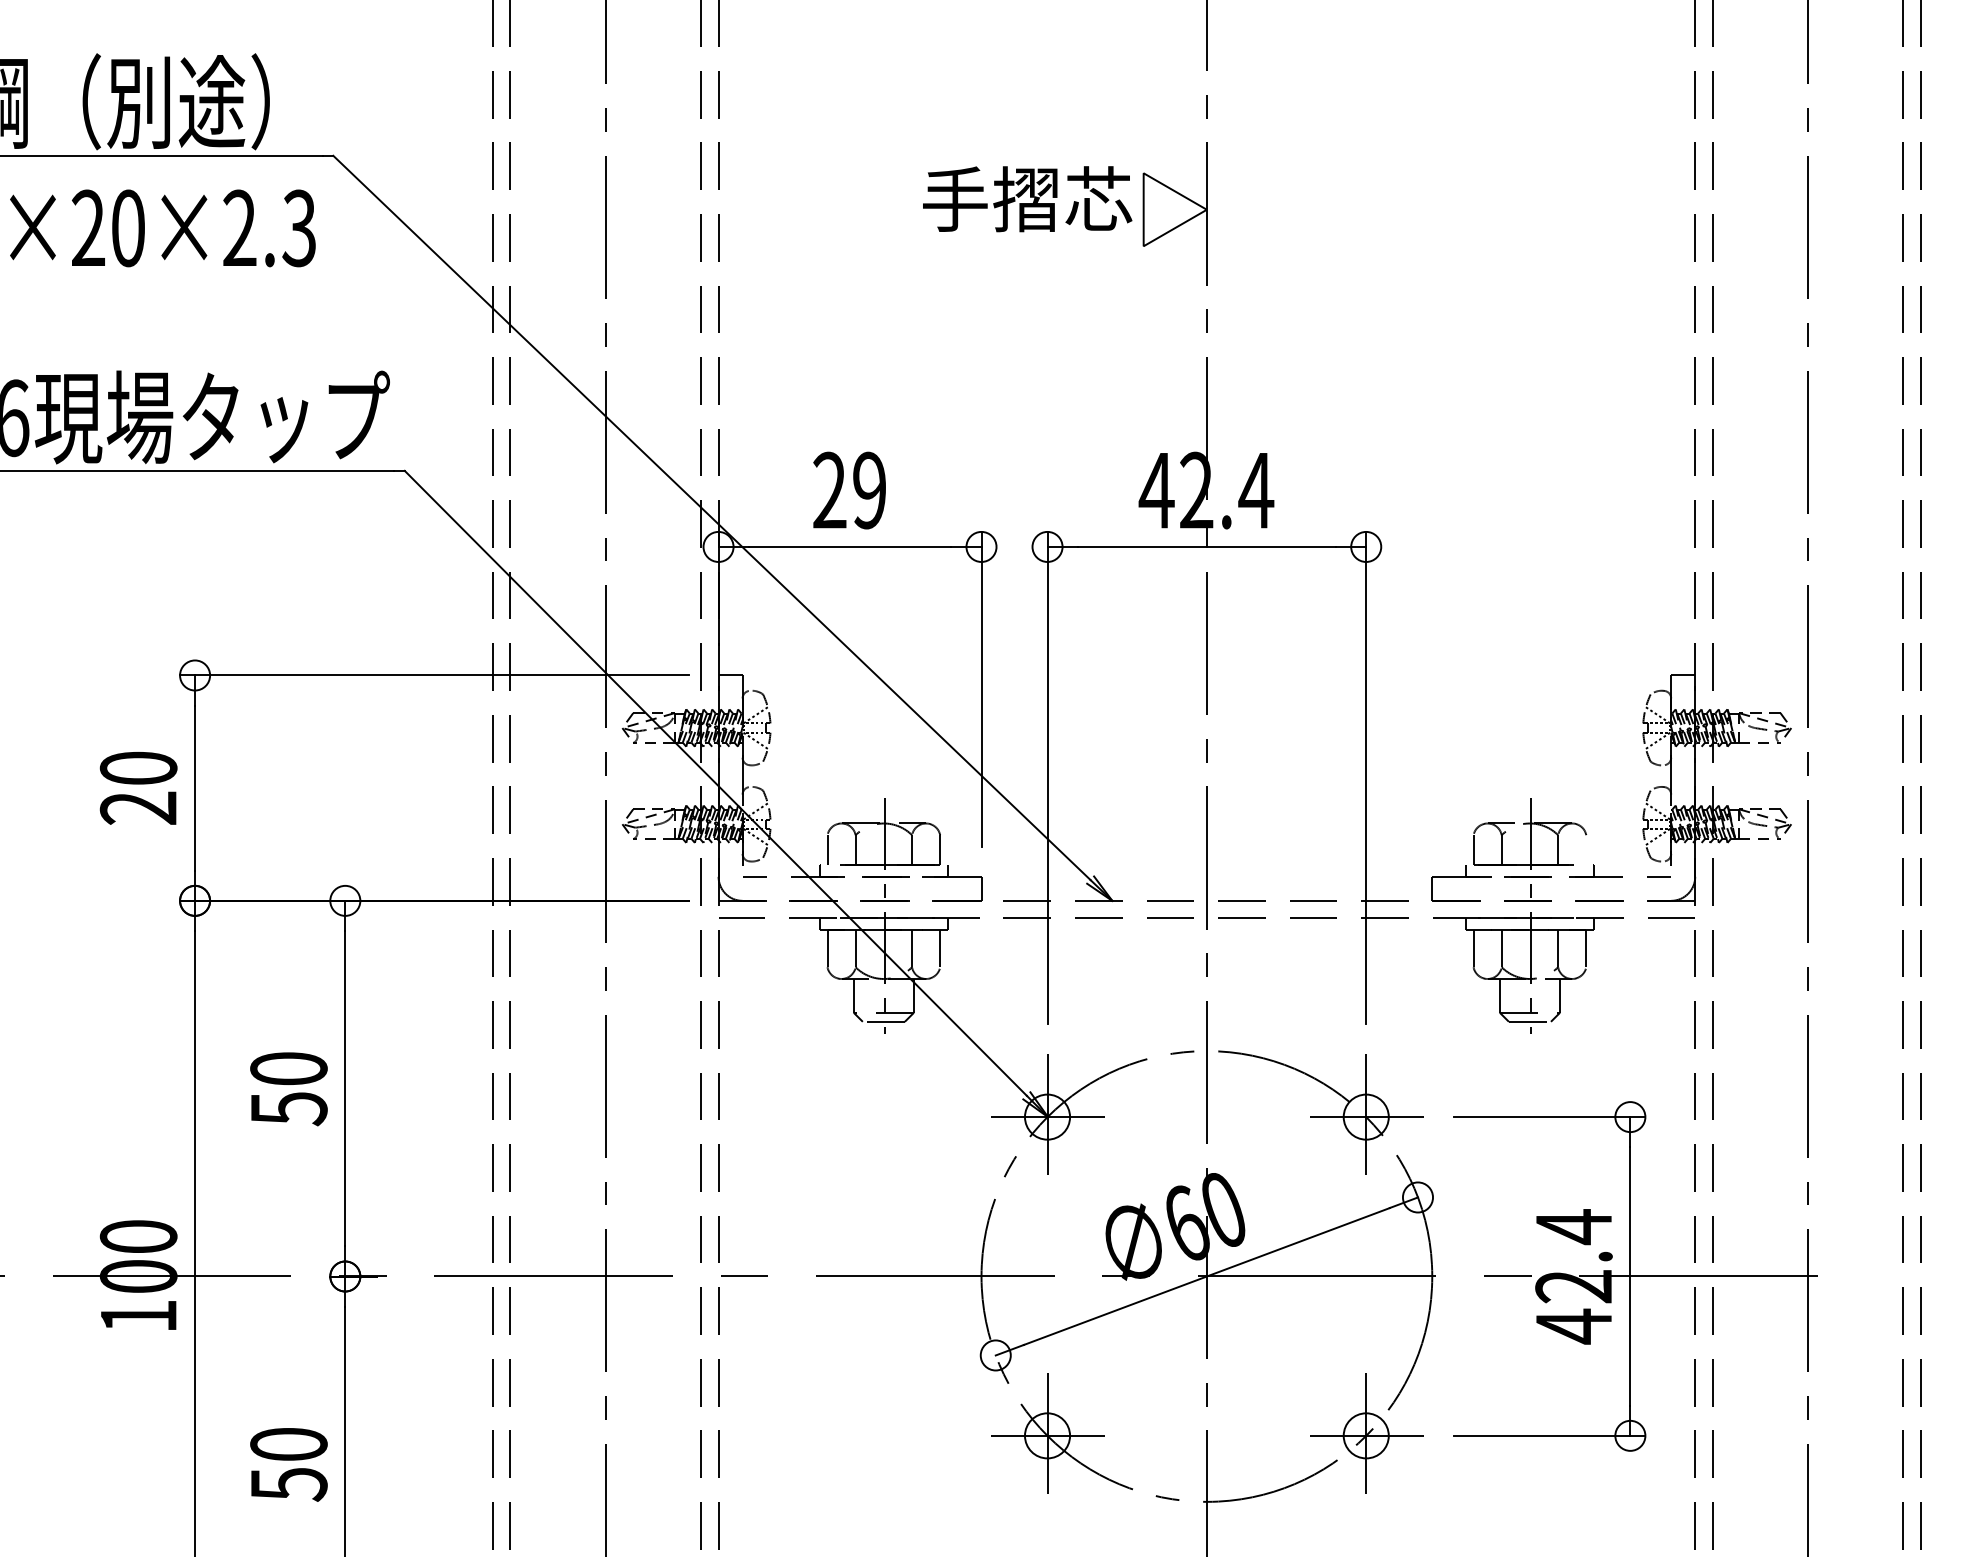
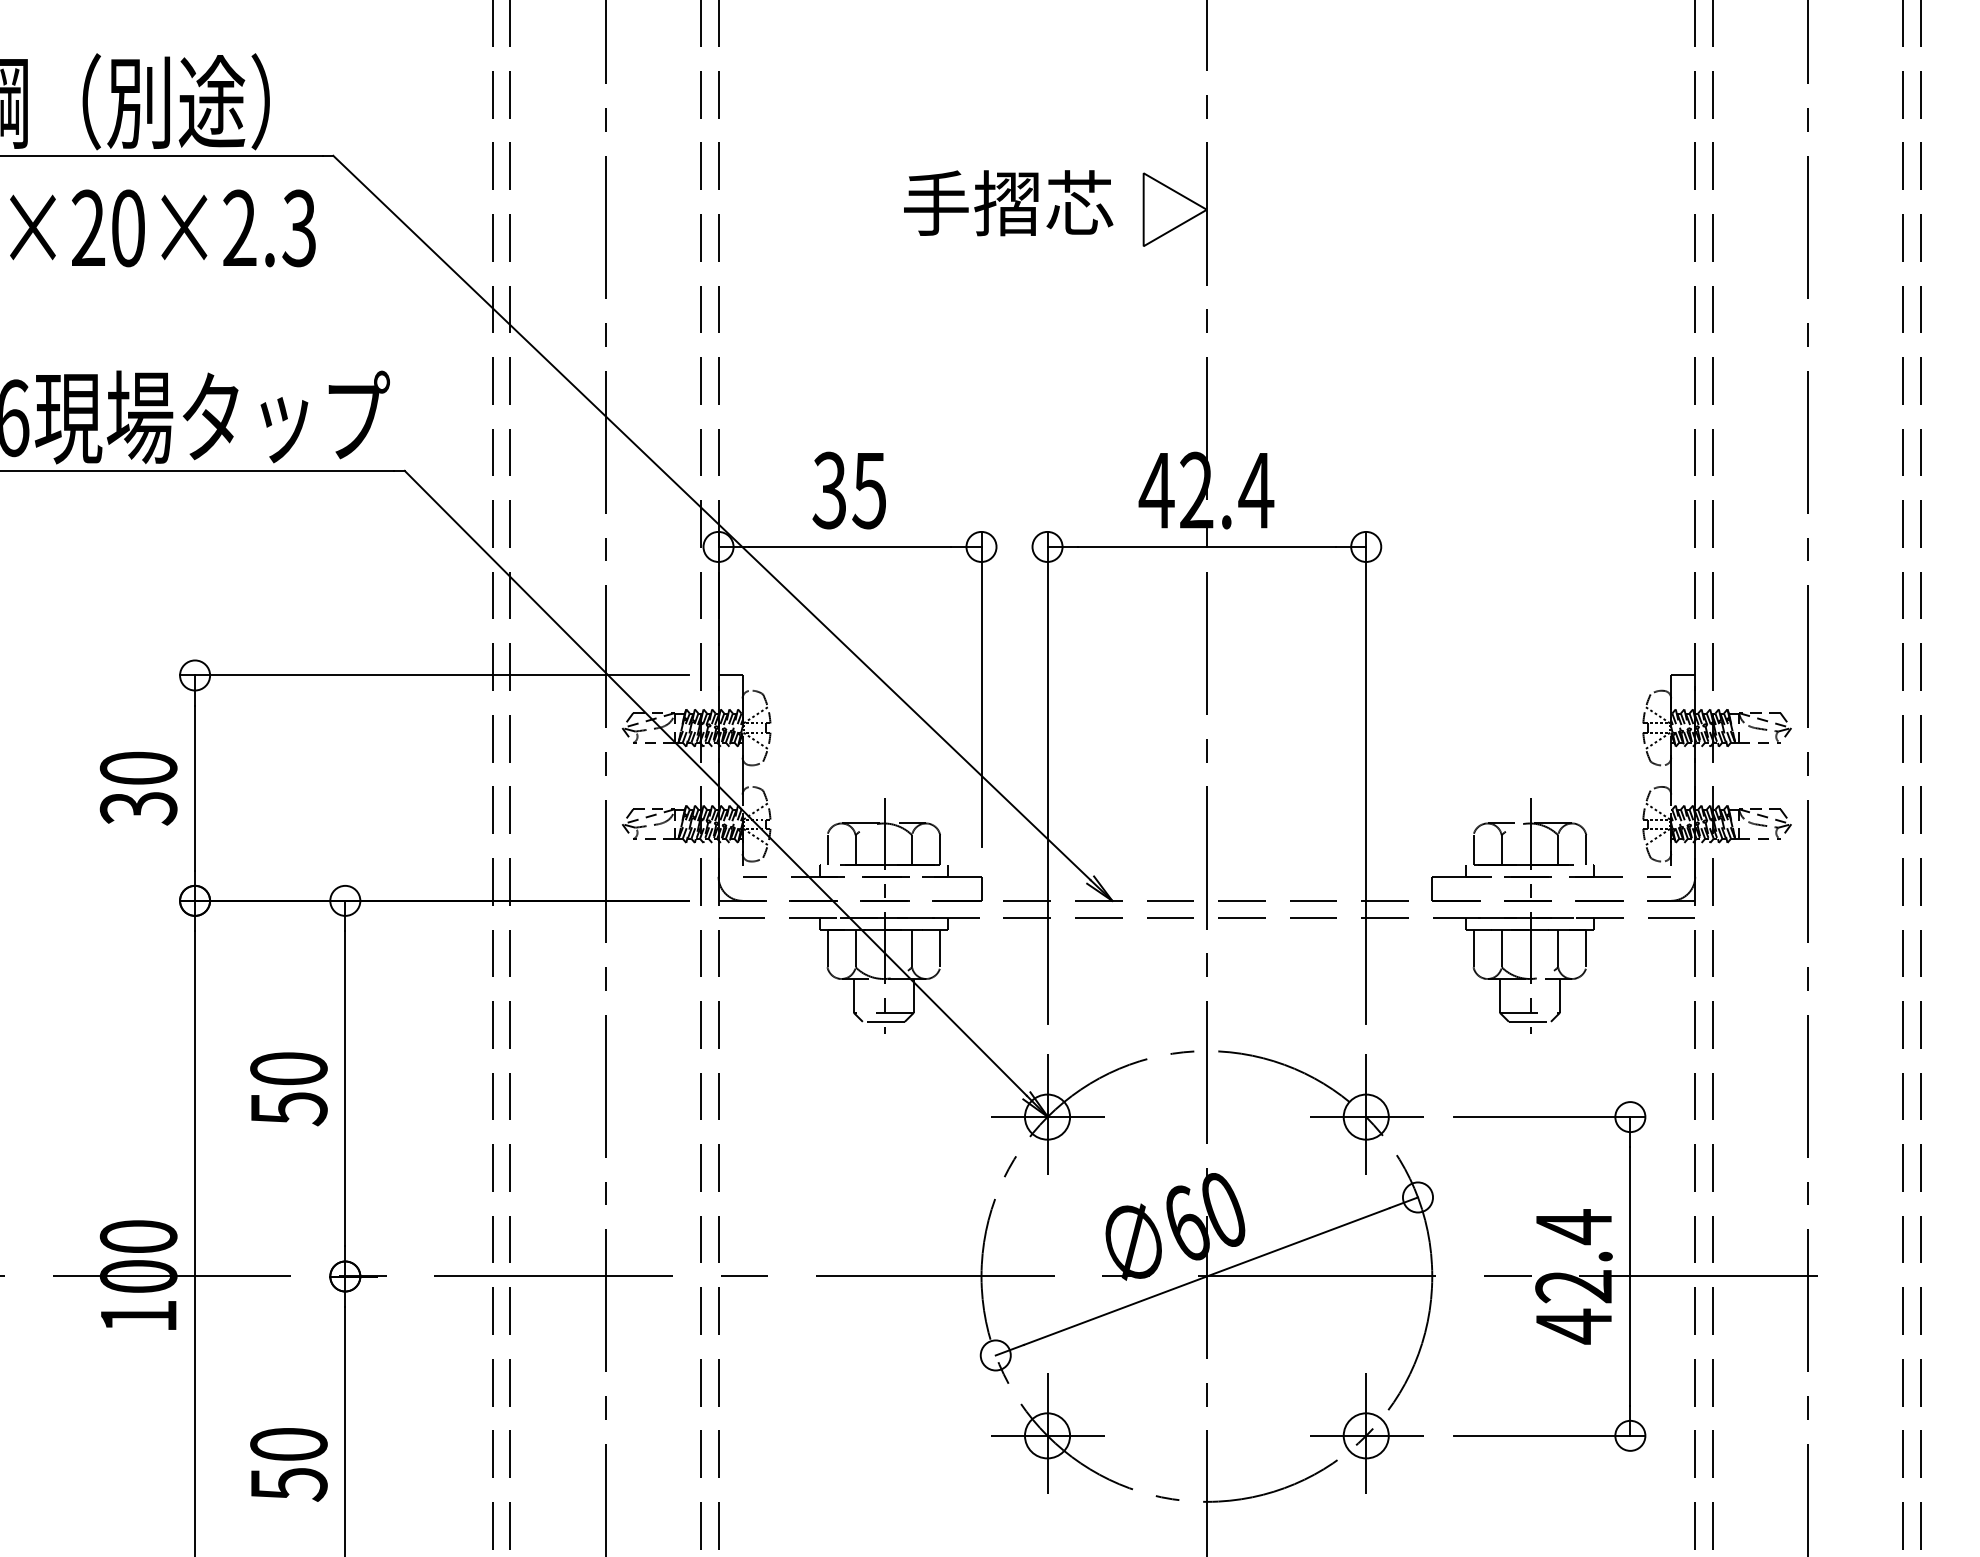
text at (1027, 199) position: (1027, 199) -> (1008, 203)
text at (848, 490): 29 -> 35
text at (138, 808): 20 -> 30
line at (1586, 849): none -> present
